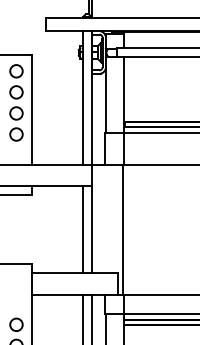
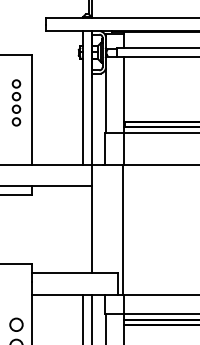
part at (16, 102) size: 15x78 px -> 11x48 px
line at (82, 229): present -> none
